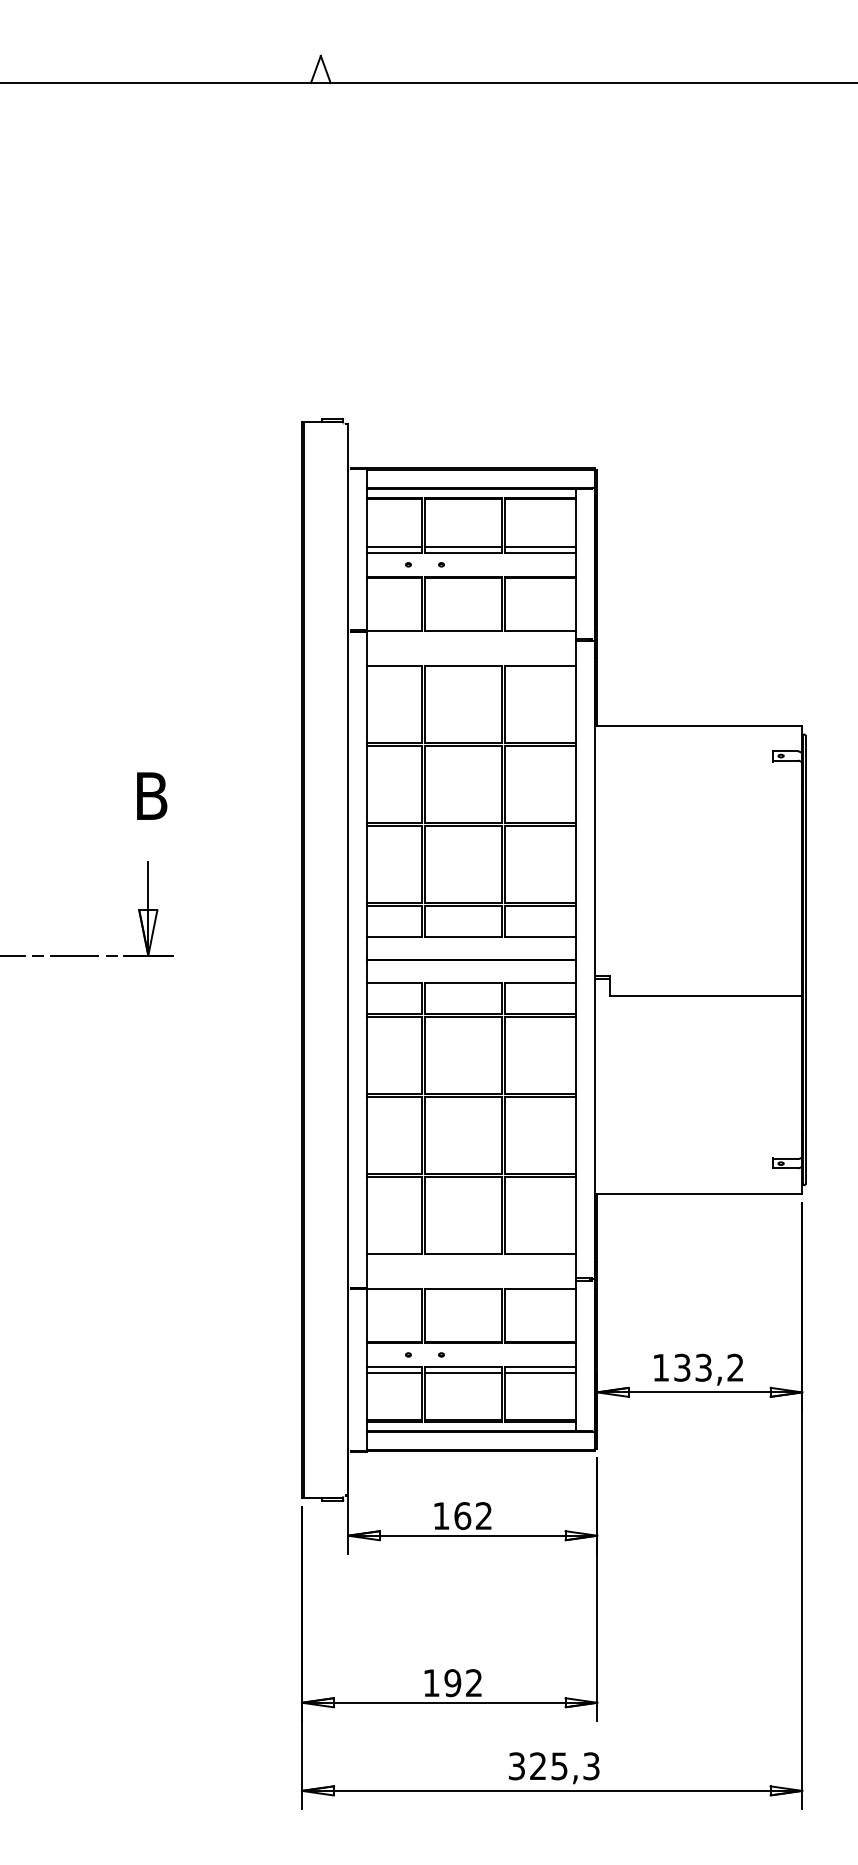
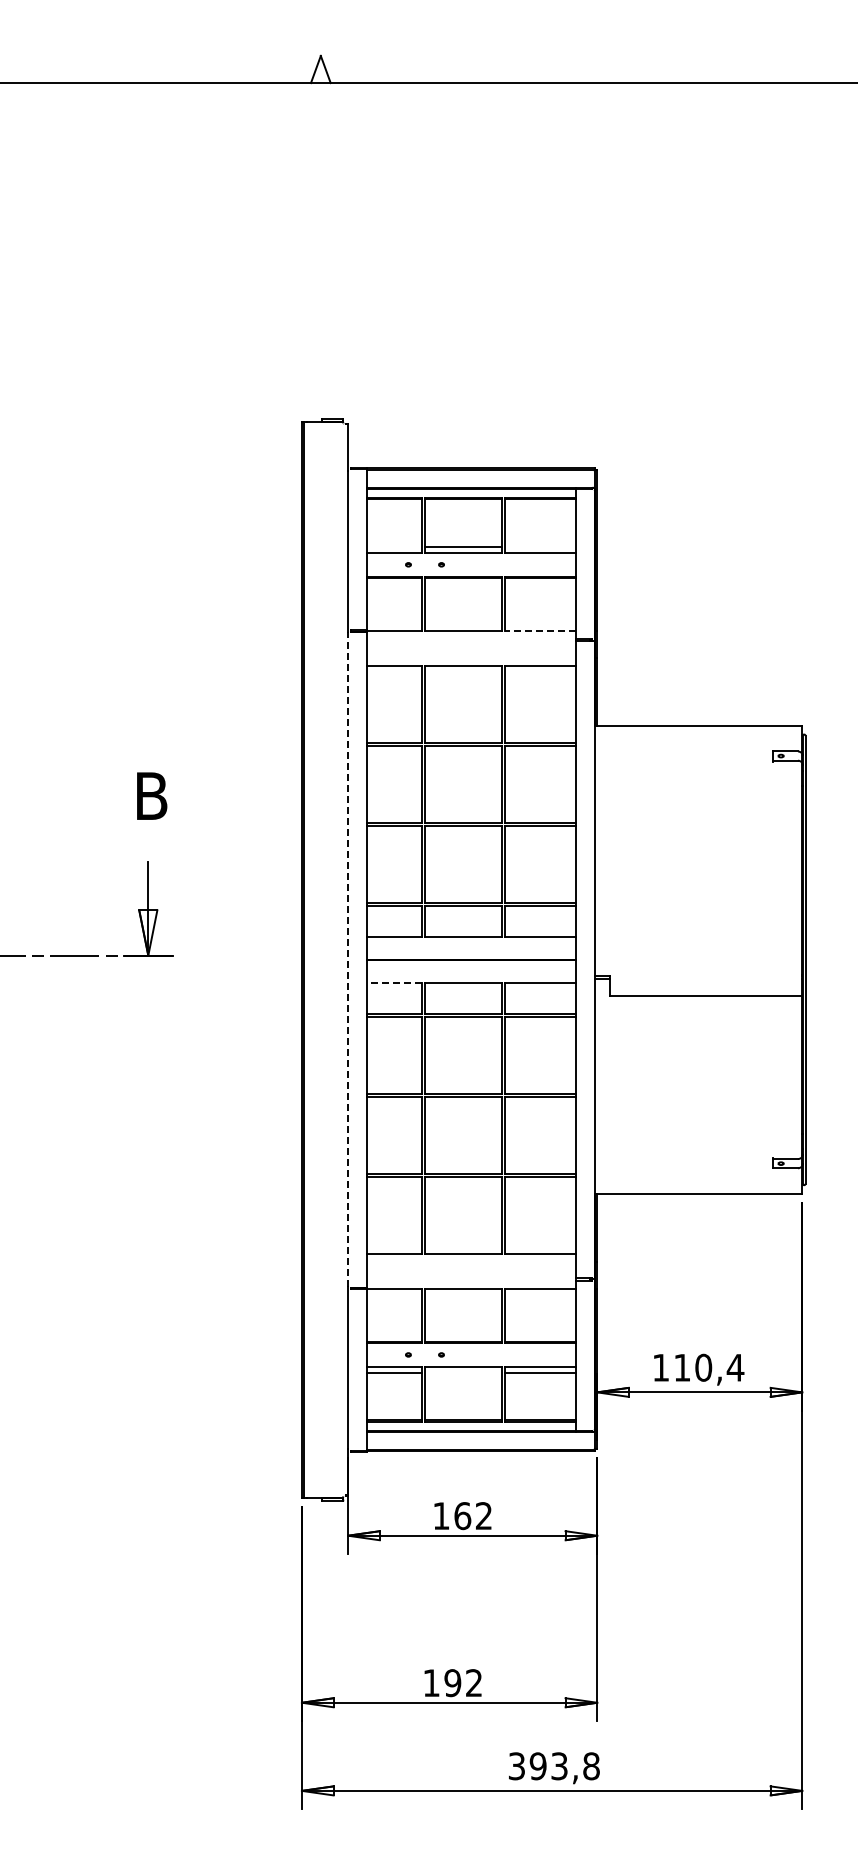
line at (394, 547): present -> none
line at (540, 547): present -> none
line at (540, 630): solid -> dashed
line at (348, 959): solid -> dashed
line at (394, 982): solid -> dashed
text at (709, 1367): 133,2 -> 110,4
line at (463, 1372): present -> none
text at (564, 1766): 325,3 -> 393,8
